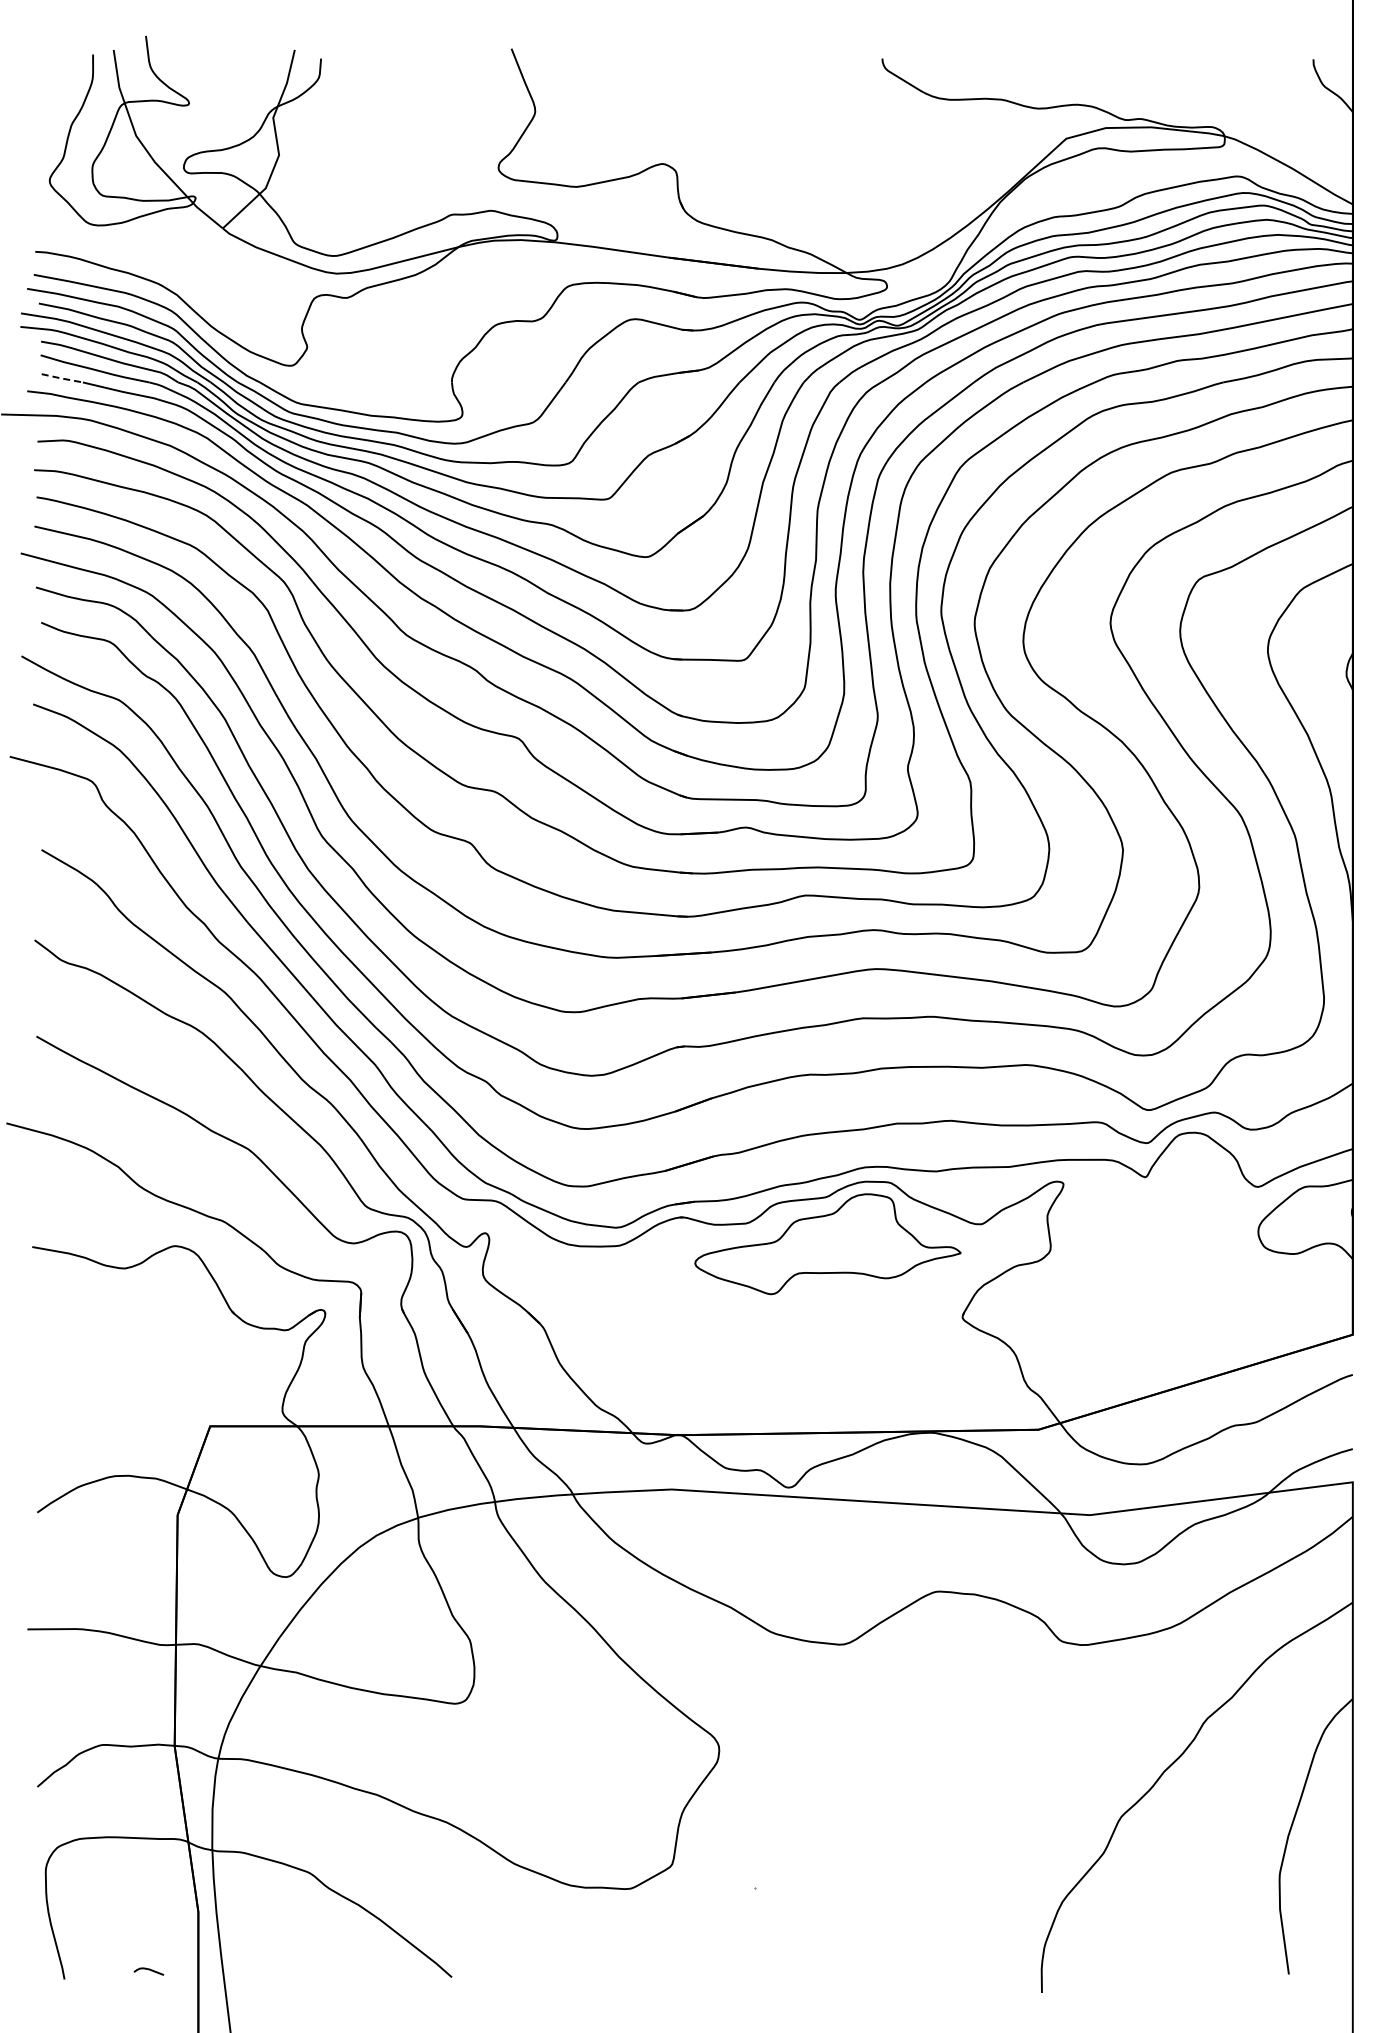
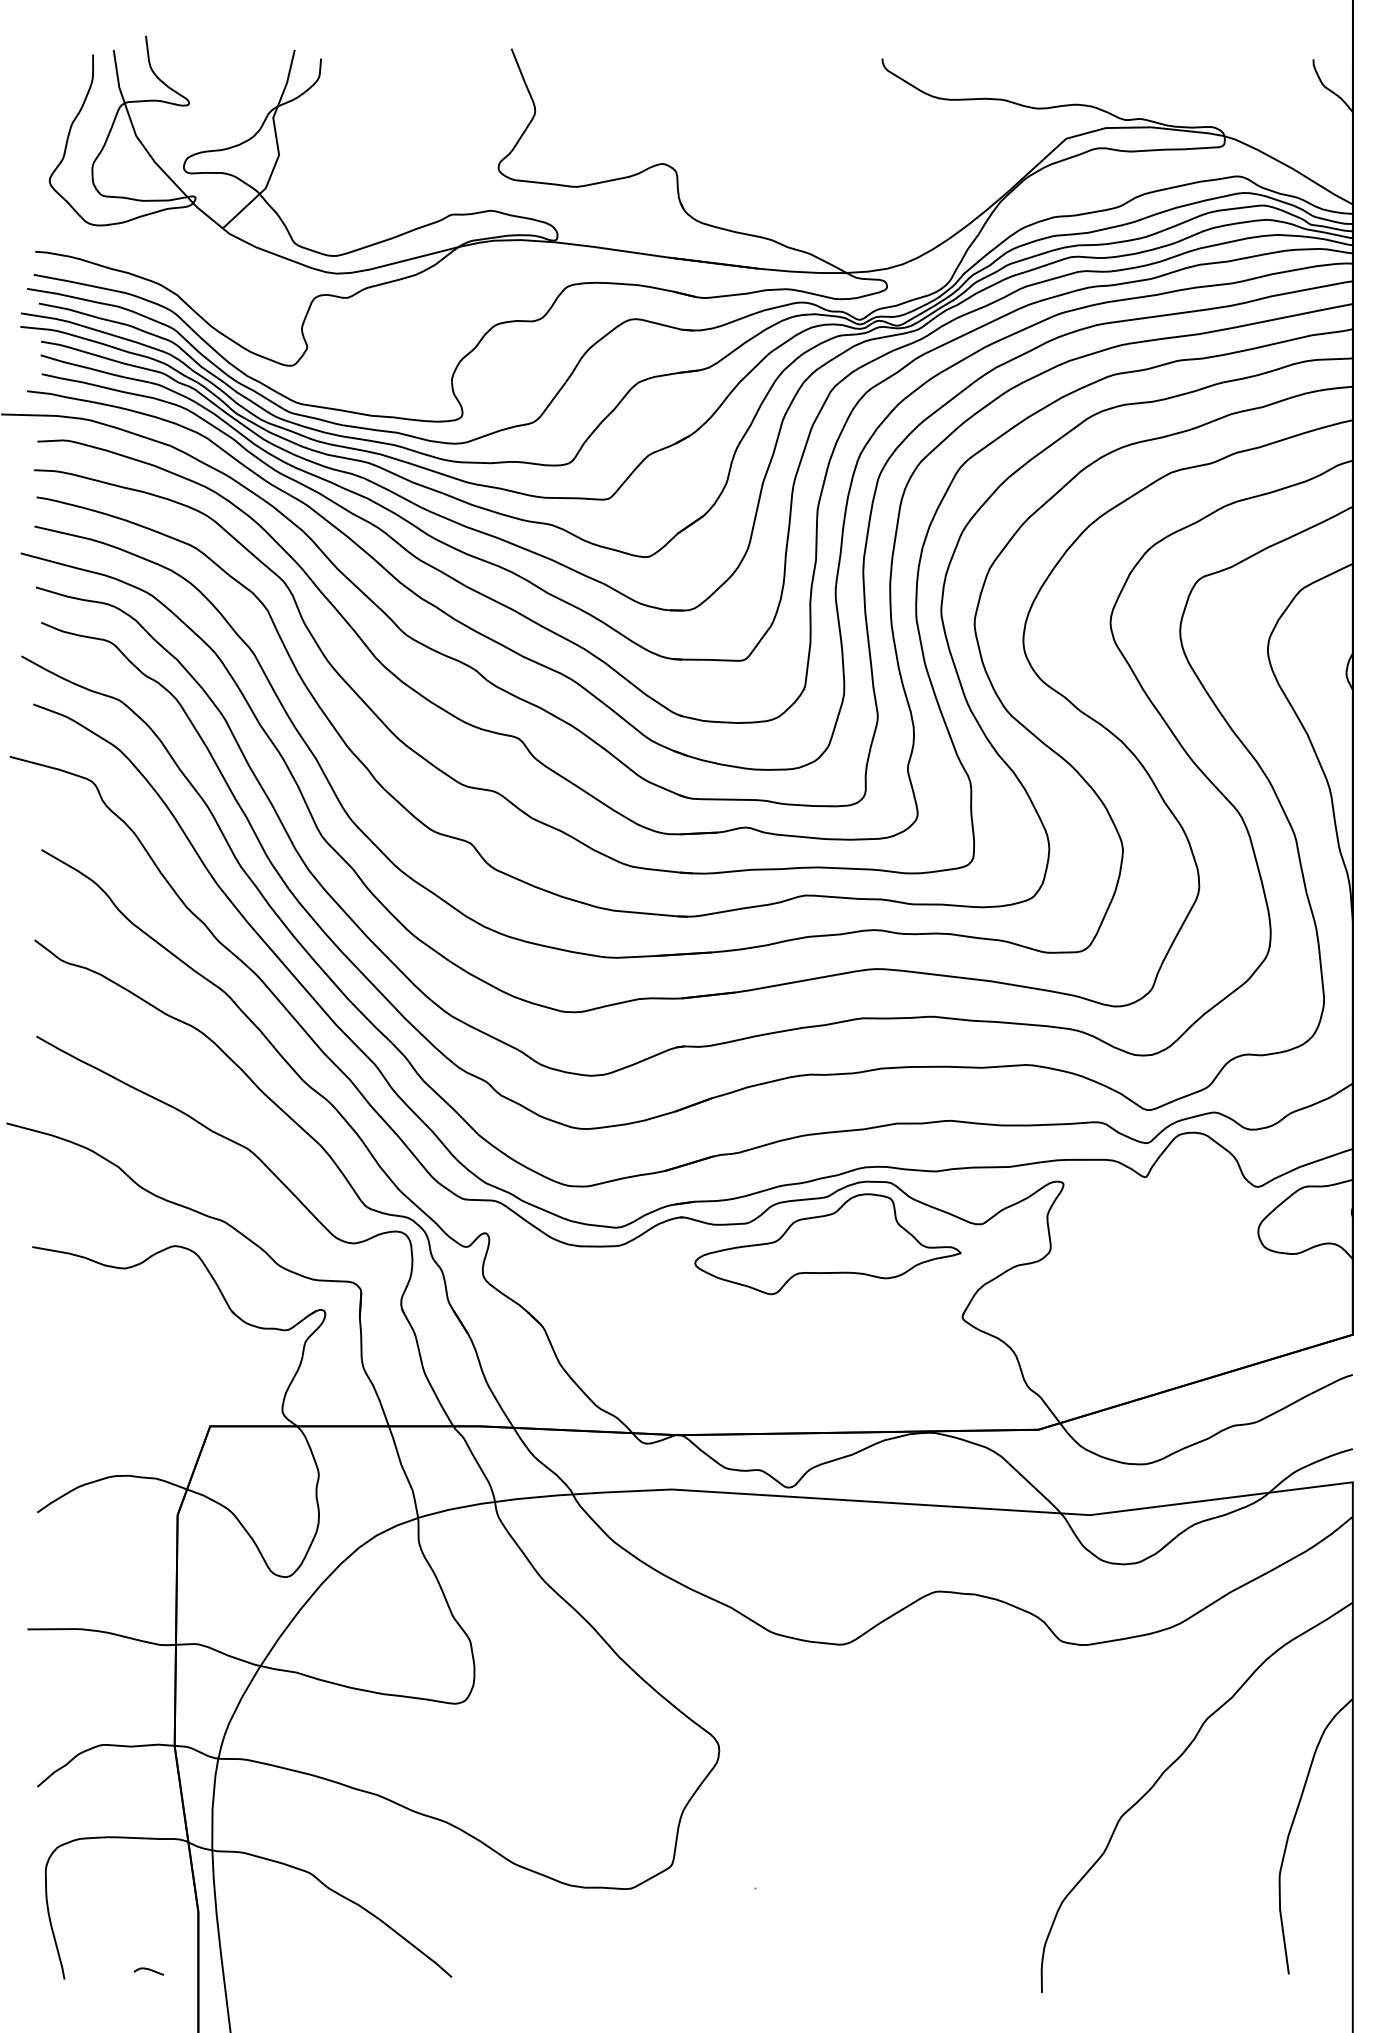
line at (61, 378): dashed -> solid
